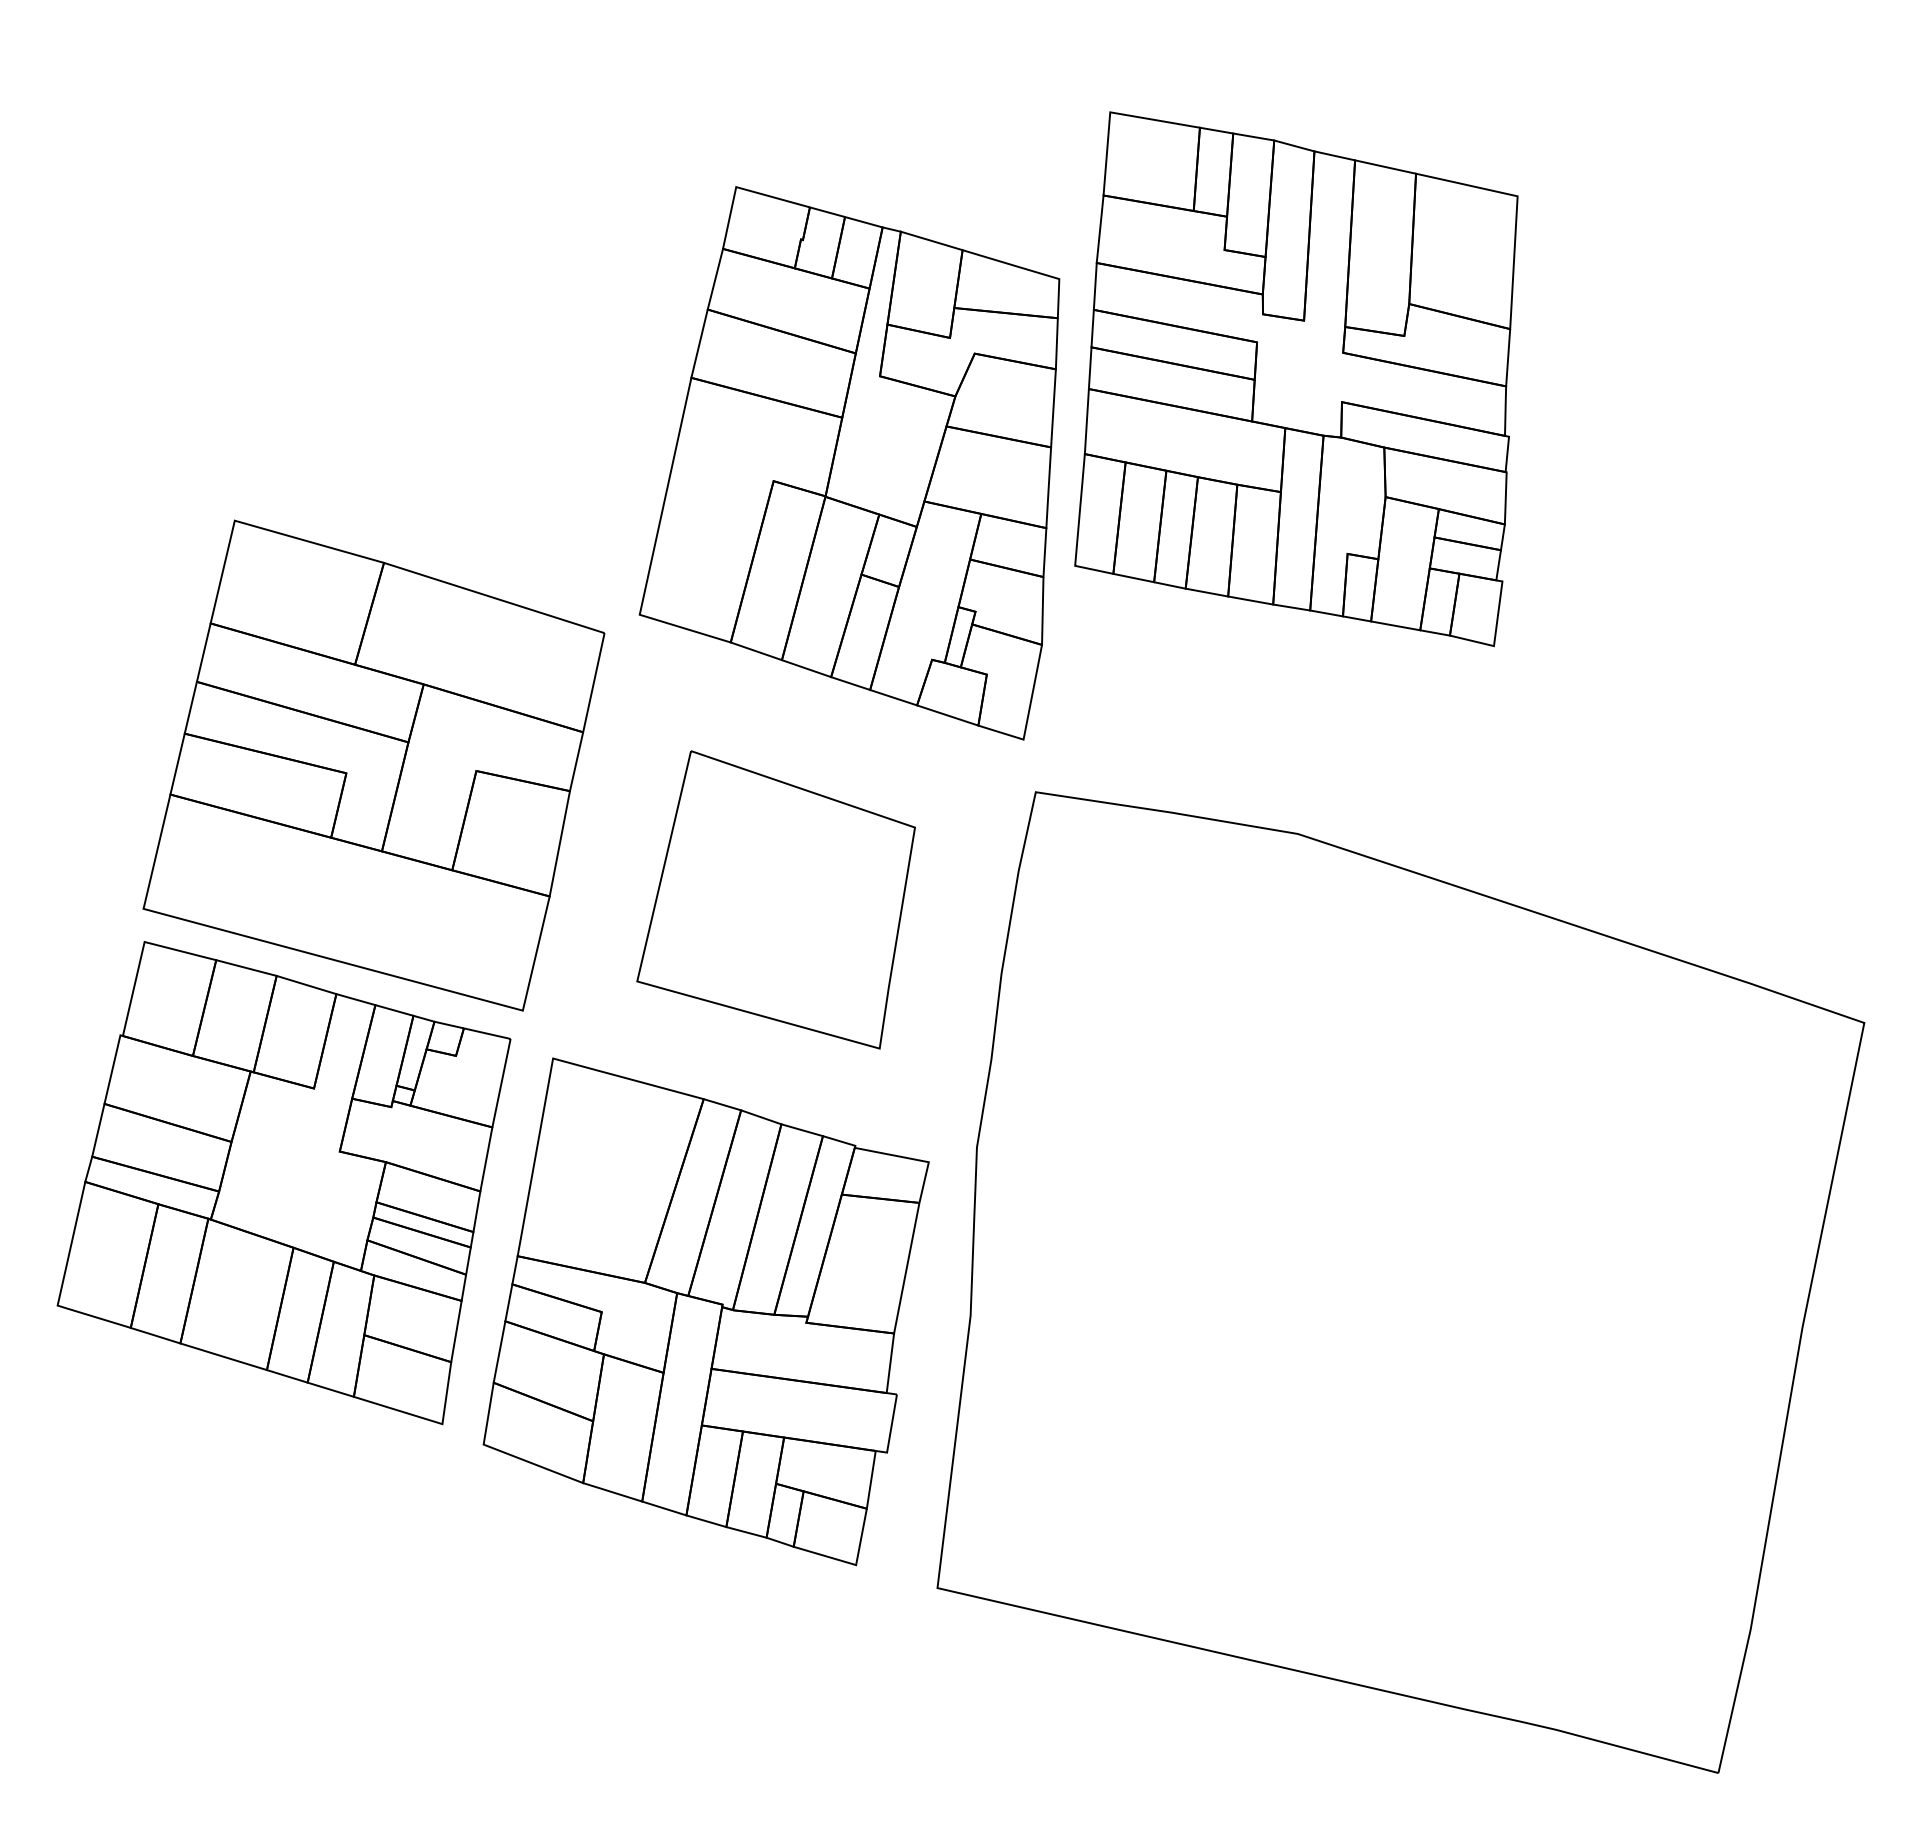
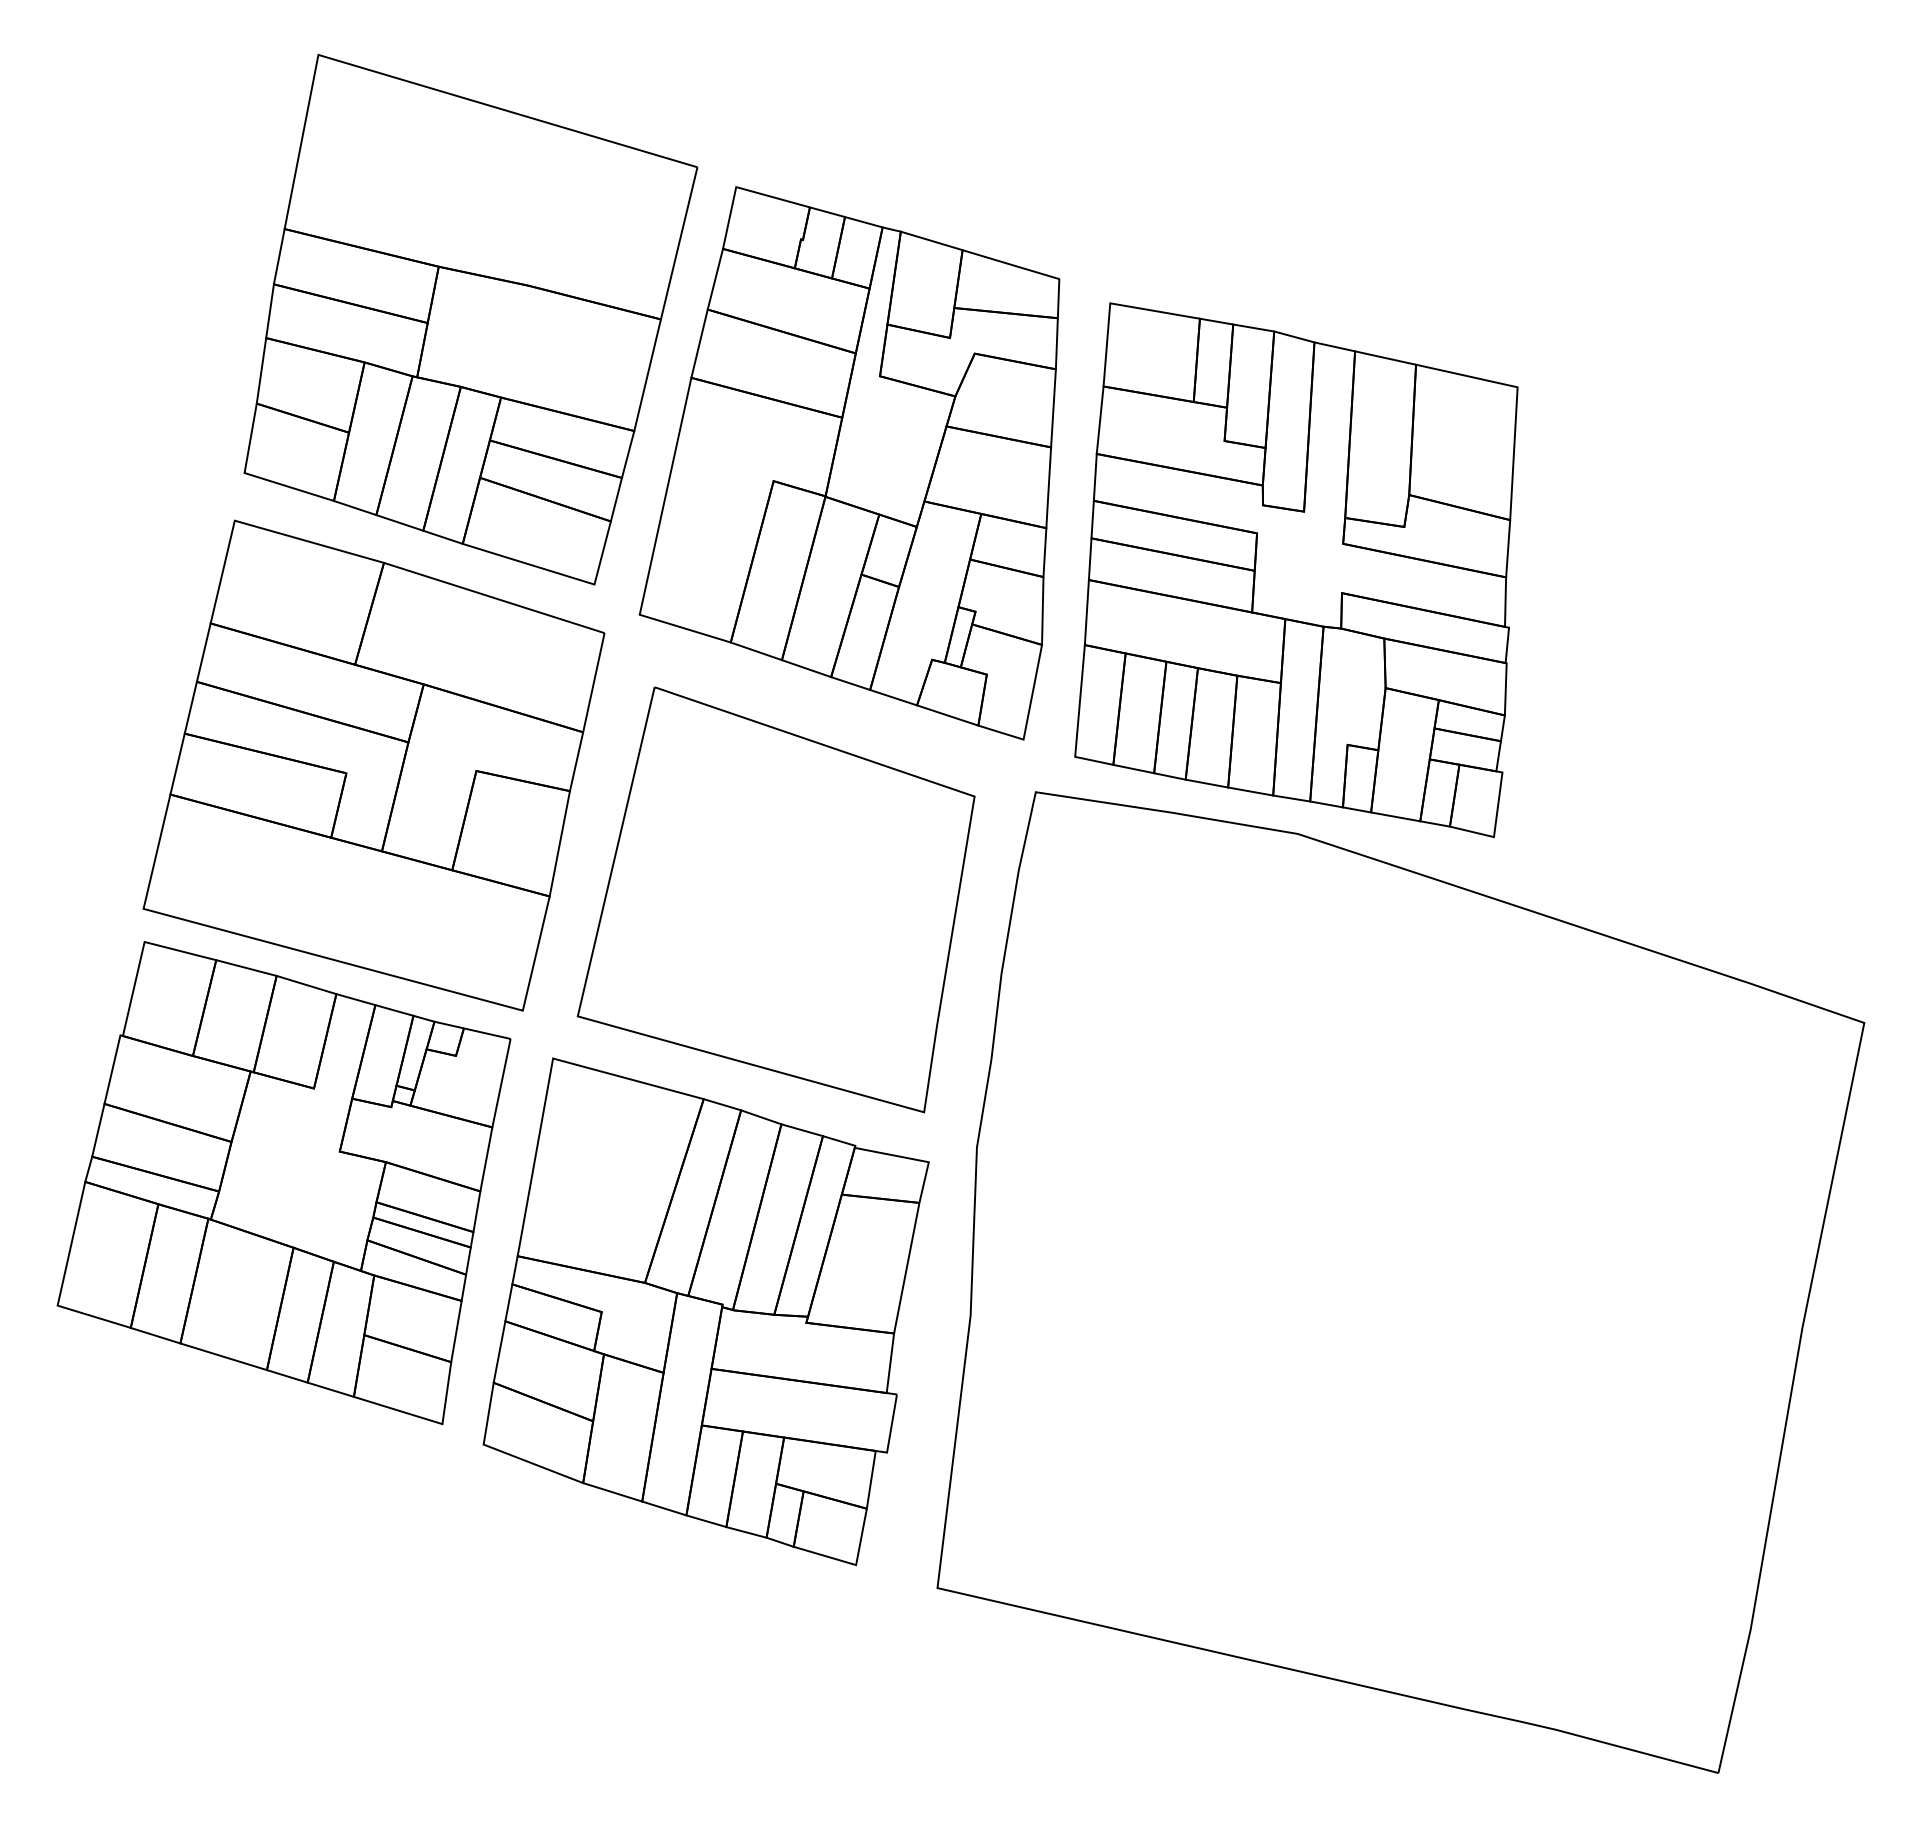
part at (470, 319): none -> present
part at (1296, 379) position: (1296, 379) -> (1296, 570)
part at (775, 899) size: 280x300 px -> 400x428 px
